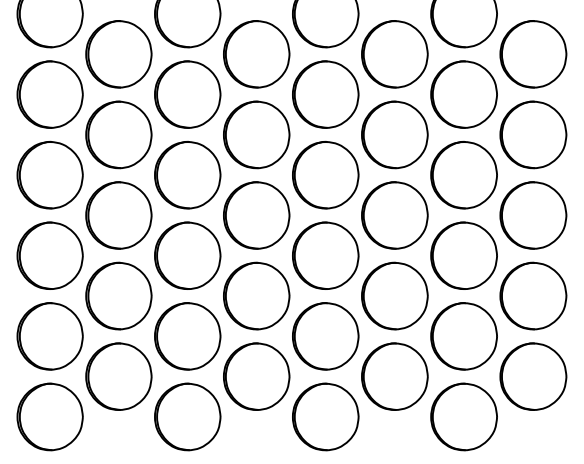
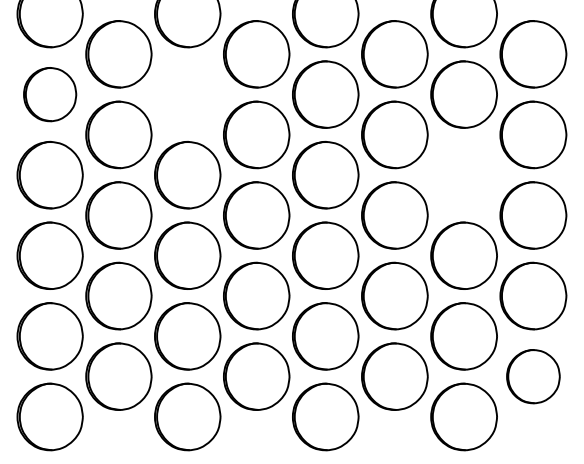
part at (49, 94) size: 68x69 px -> 55x56 px
part at (187, 94): present -> none
part at (463, 175): present -> none
part at (533, 376) size: 69x69 px -> 55x56 px
